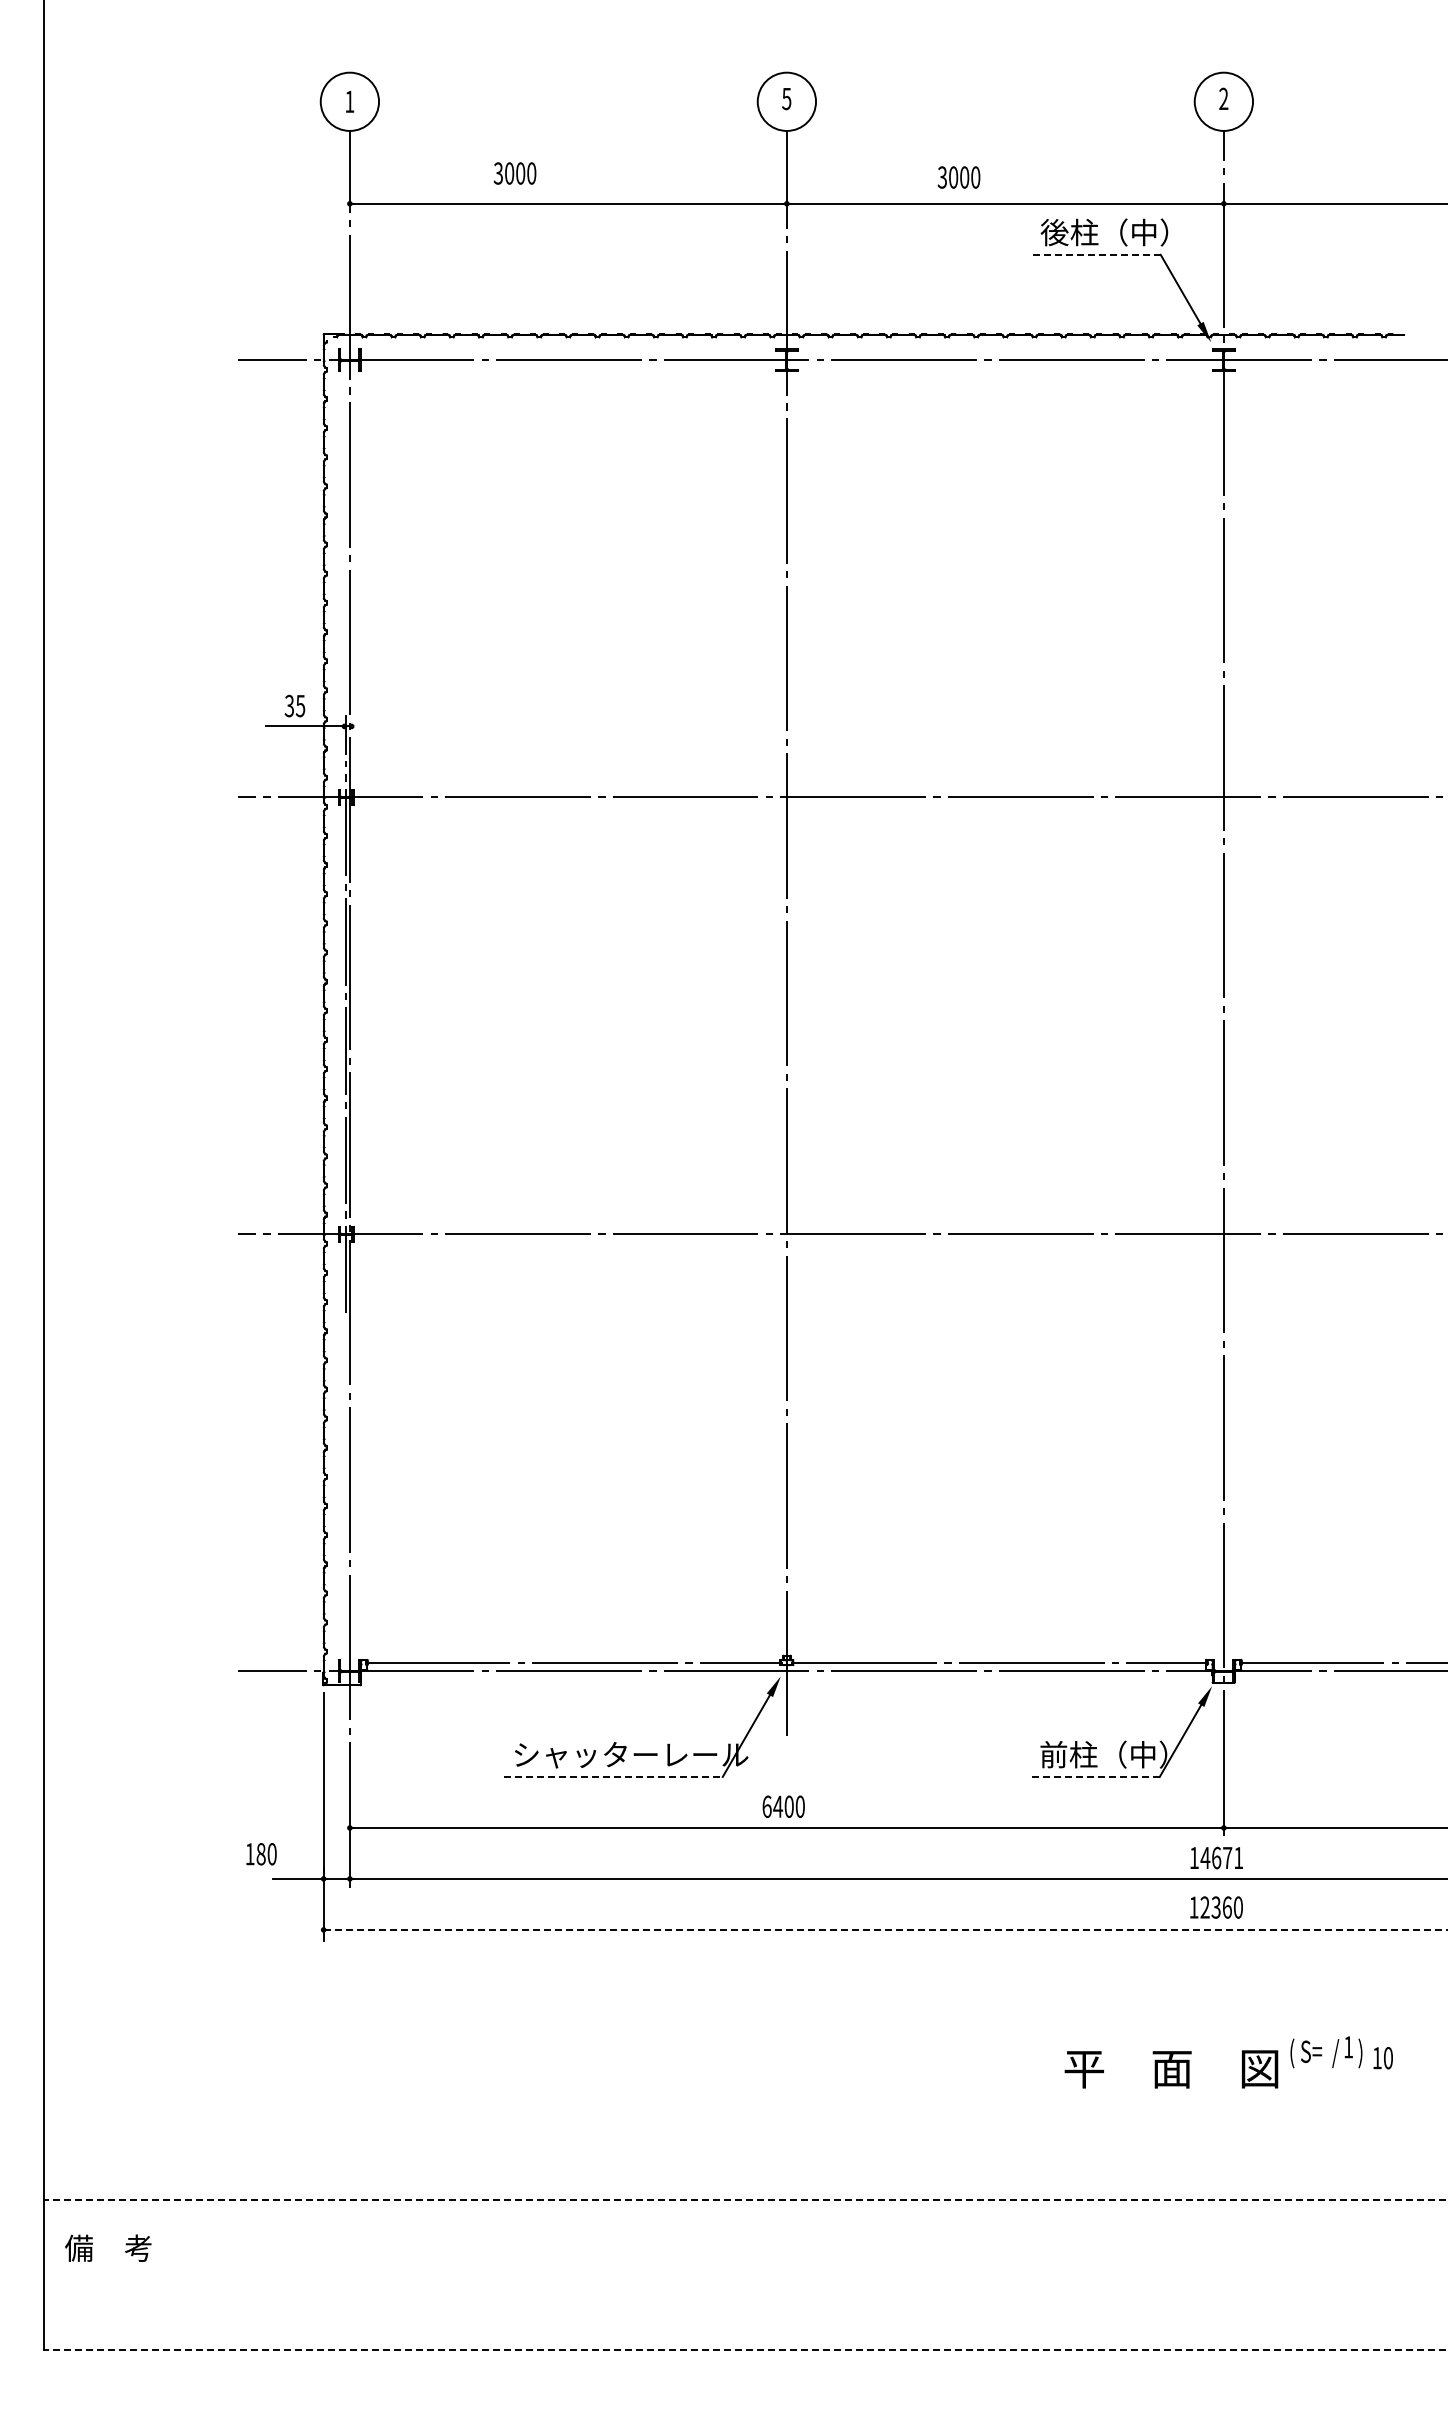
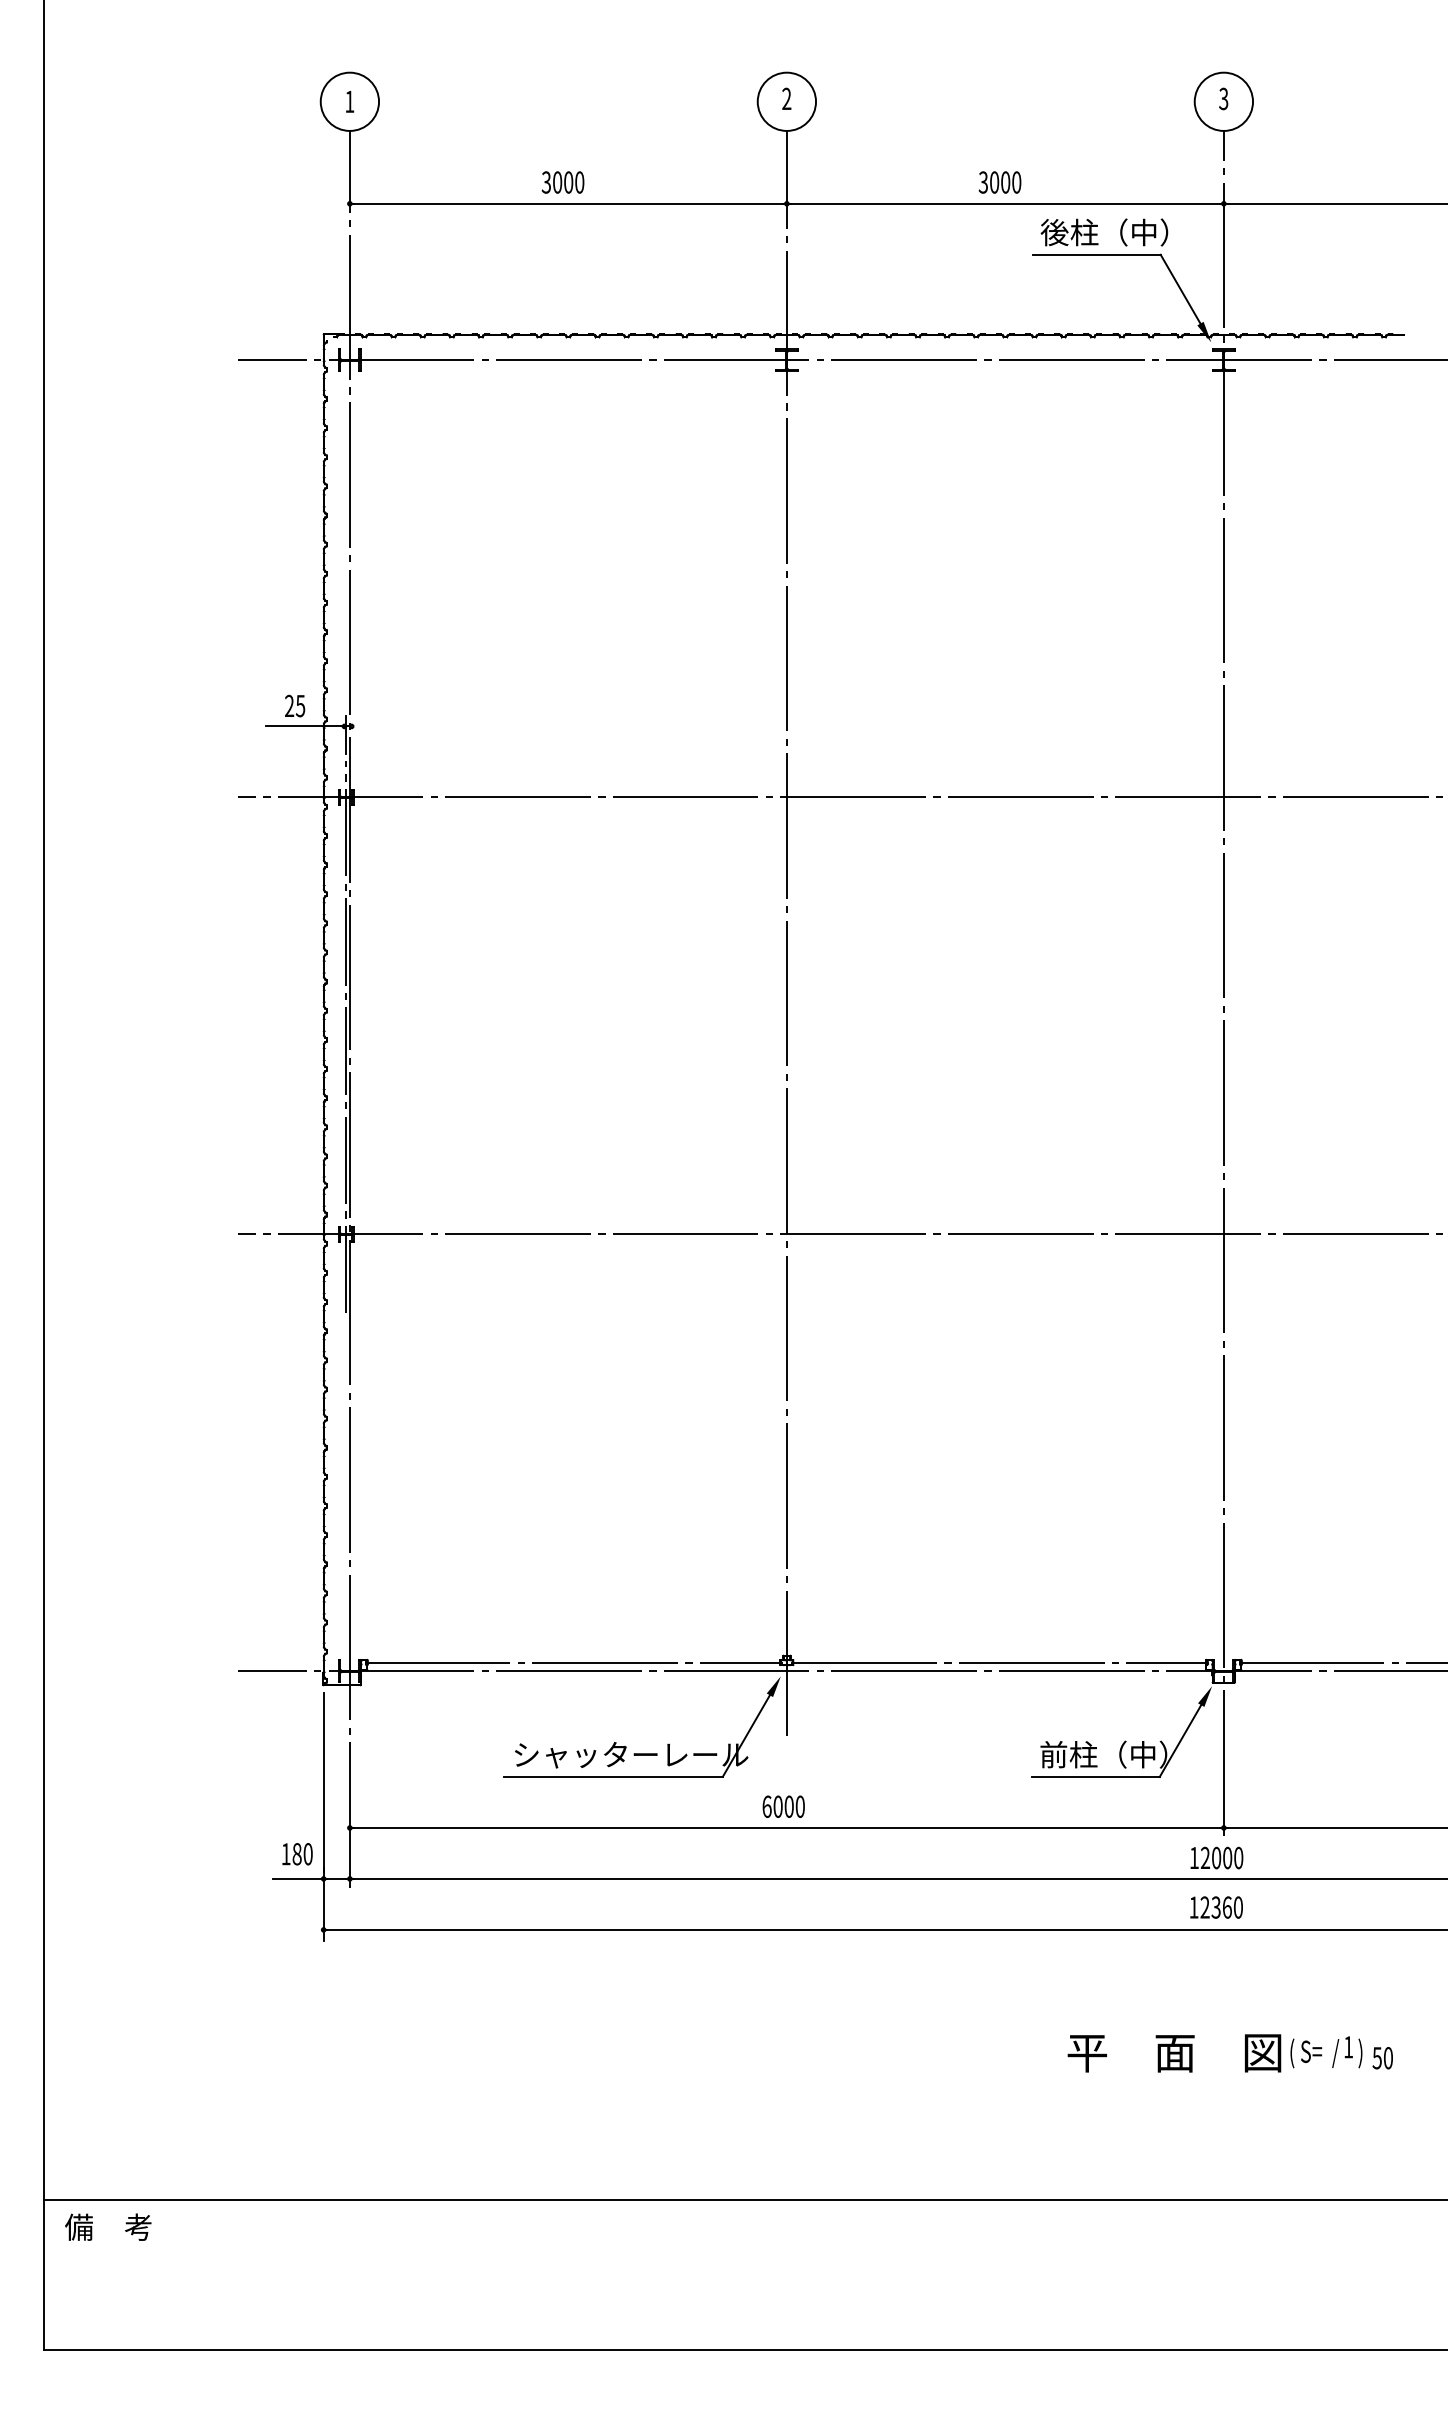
text at (786, 98): 5 -> 2
text at (1223, 99): 2 -> 3
text at (514, 173) position: (514, 173) -> (562, 182)
text at (958, 177) position: (958, 177) -> (999, 182)
line at (1097, 254): dashed -> solid
text at (289, 706): 35 -> 25
line at (614, 1776): dashed -> solid
line at (1096, 1776): dashed -> solid
text at (778, 1806): 6400 -> 6000
text at (261, 1854) position: (261, 1854) -> (297, 1854)
text at (1221, 1857): 14671 -> 12000
line at (885, 1929): dashed -> solid
text at (1376, 2058): 10 -> 50
text at (1171, 2069) position: (1171, 2069) -> (1174, 2053)
line at (745, 2199): dashed -> solid
text at (108, 2247) position: (108, 2247) -> (108, 2226)
line at (745, 2350): dashed -> solid
